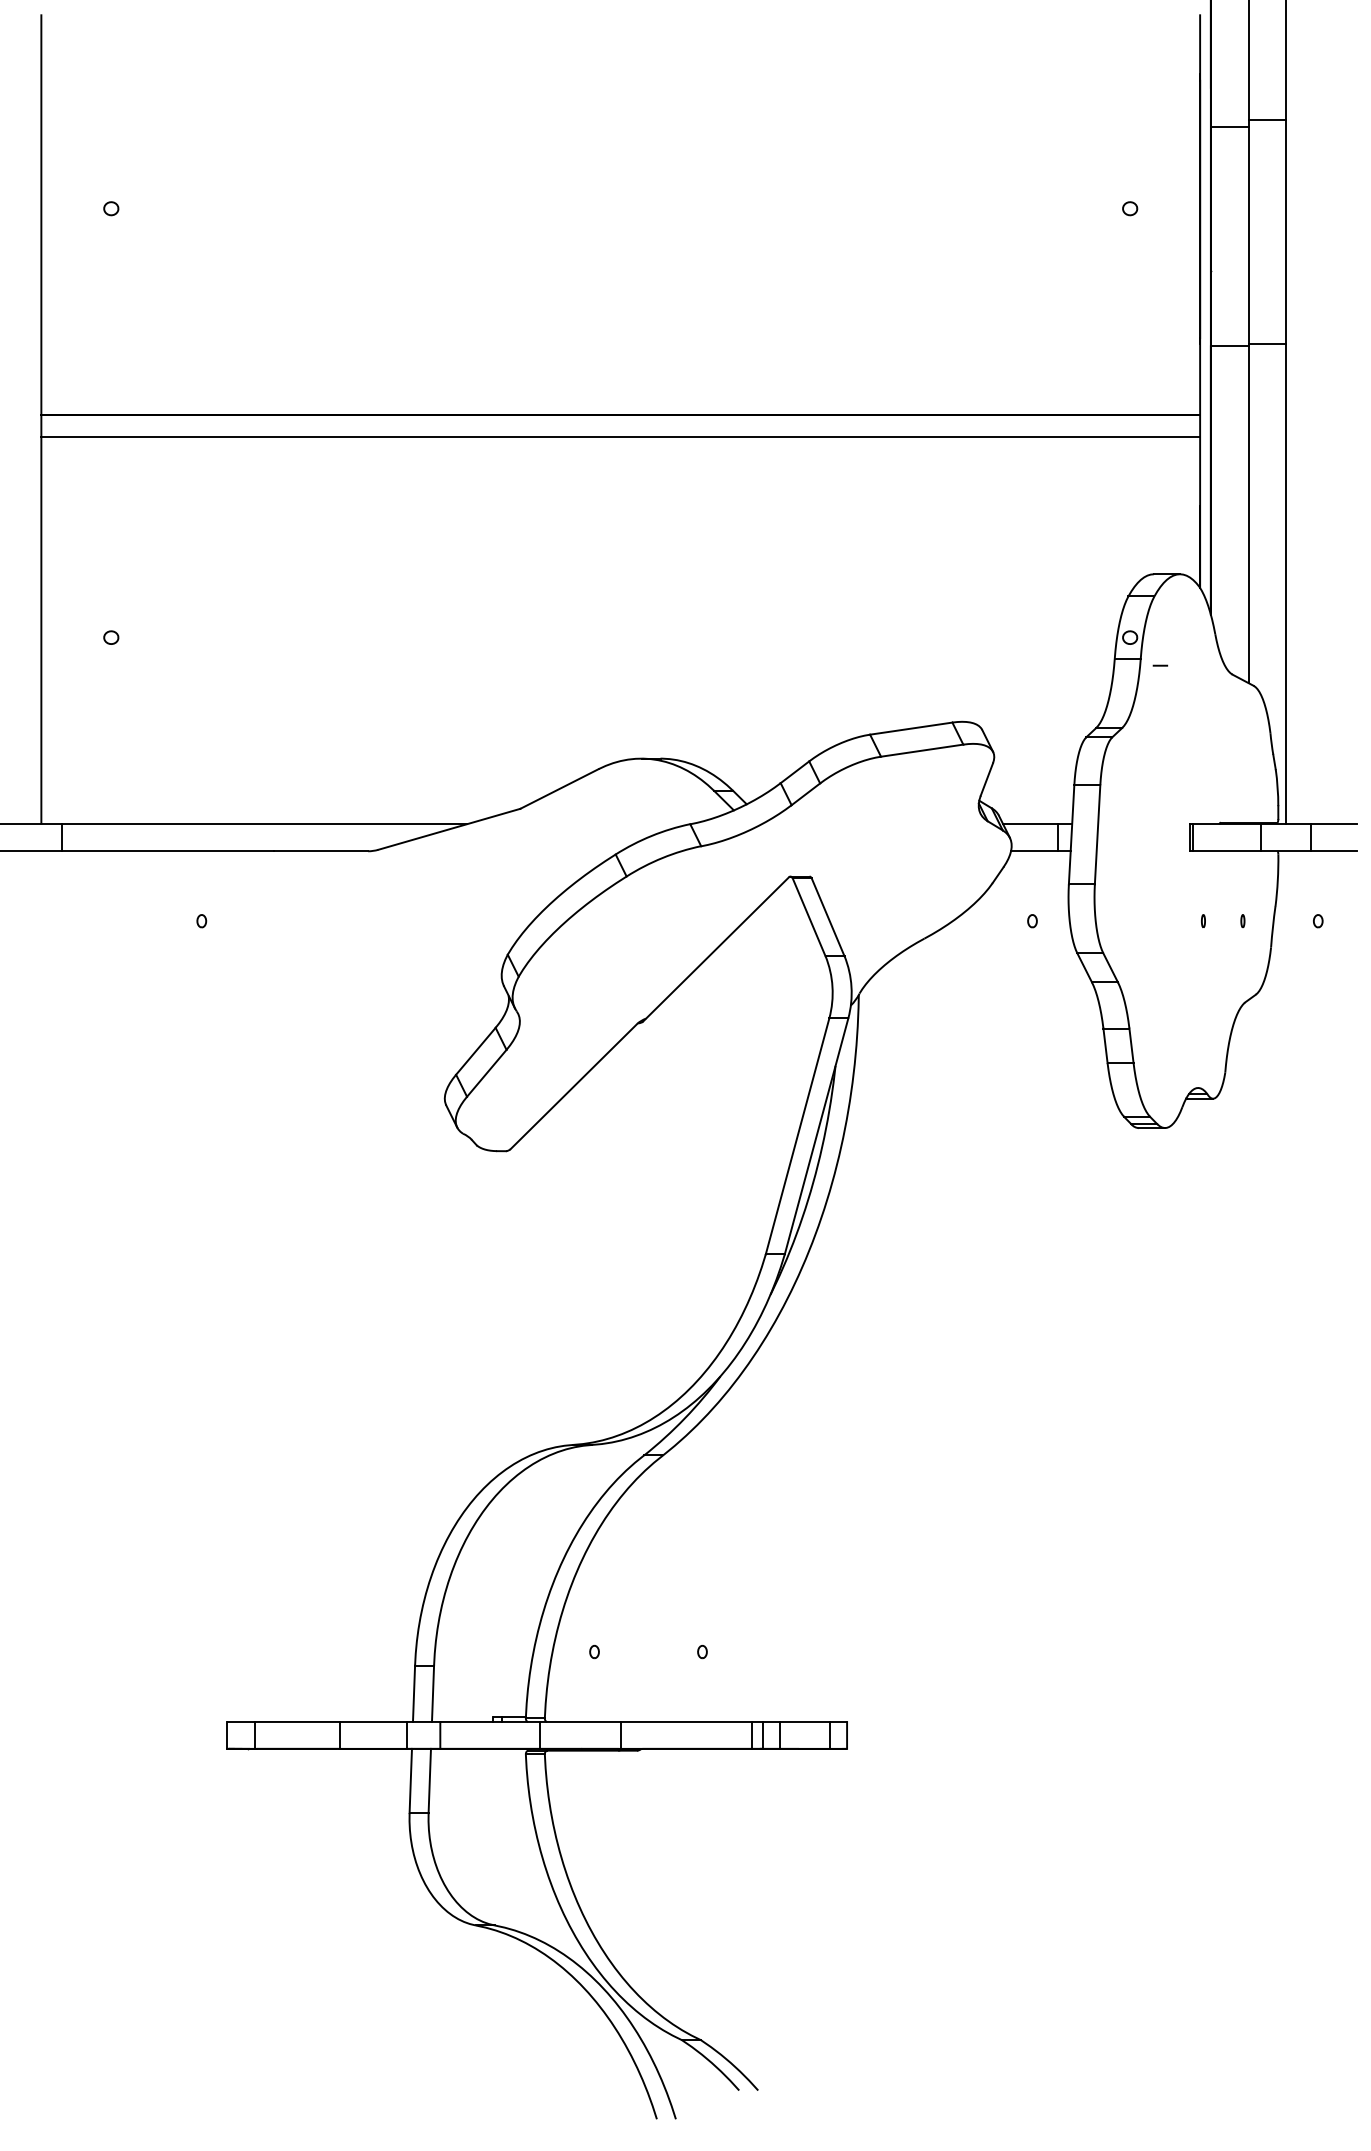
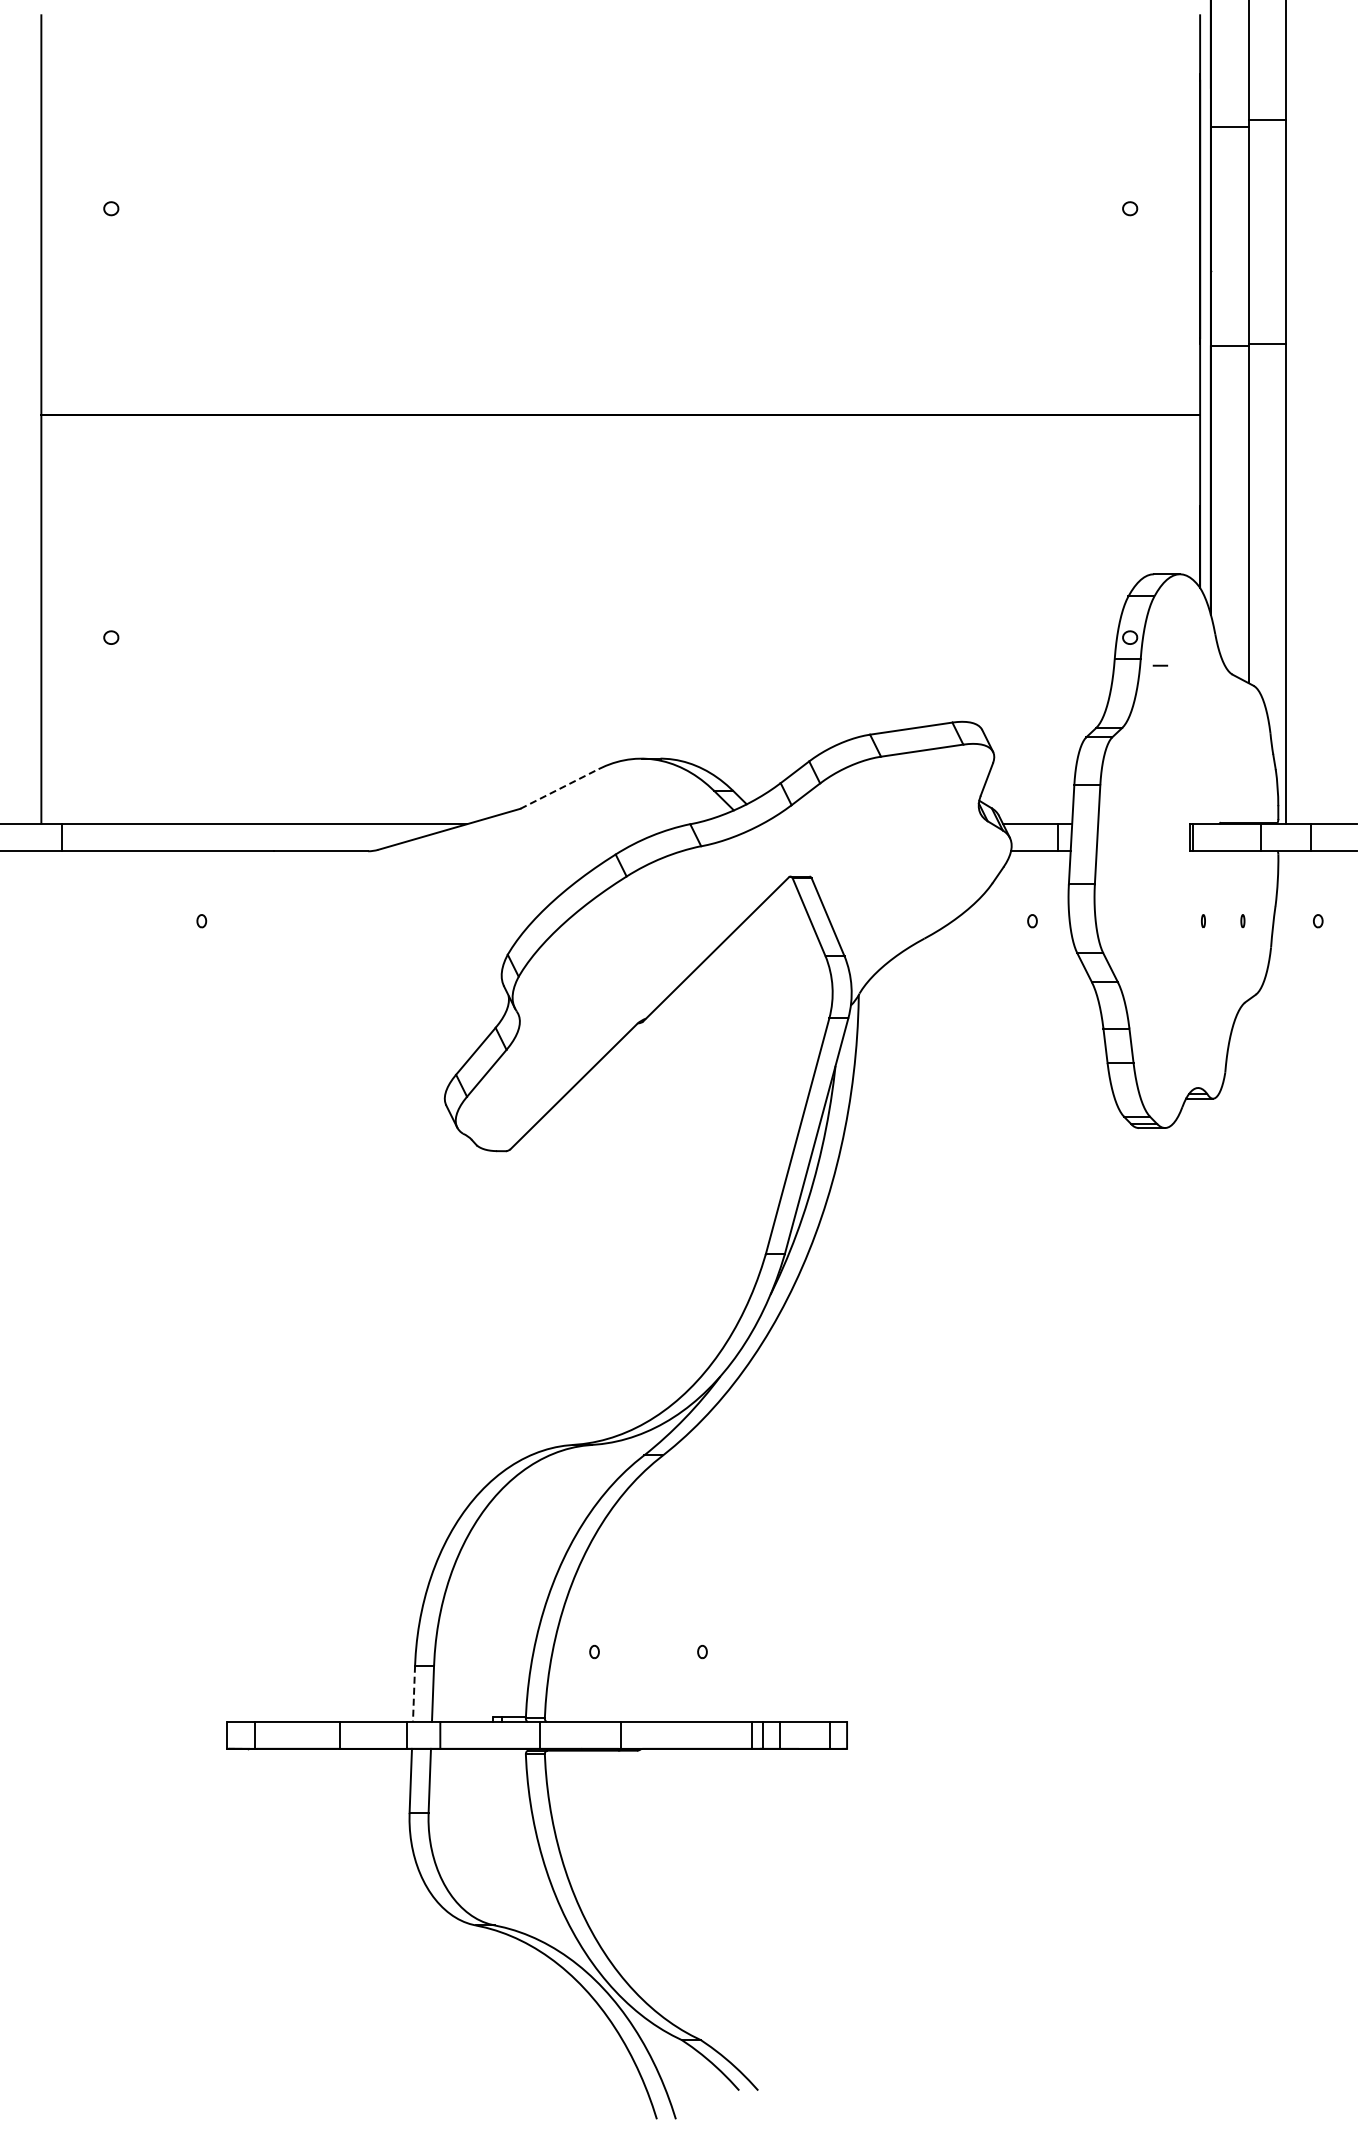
line at (620, 436): present -> none
line at (559, 789): solid -> dashed
line at (414, 1694): solid -> dashed
